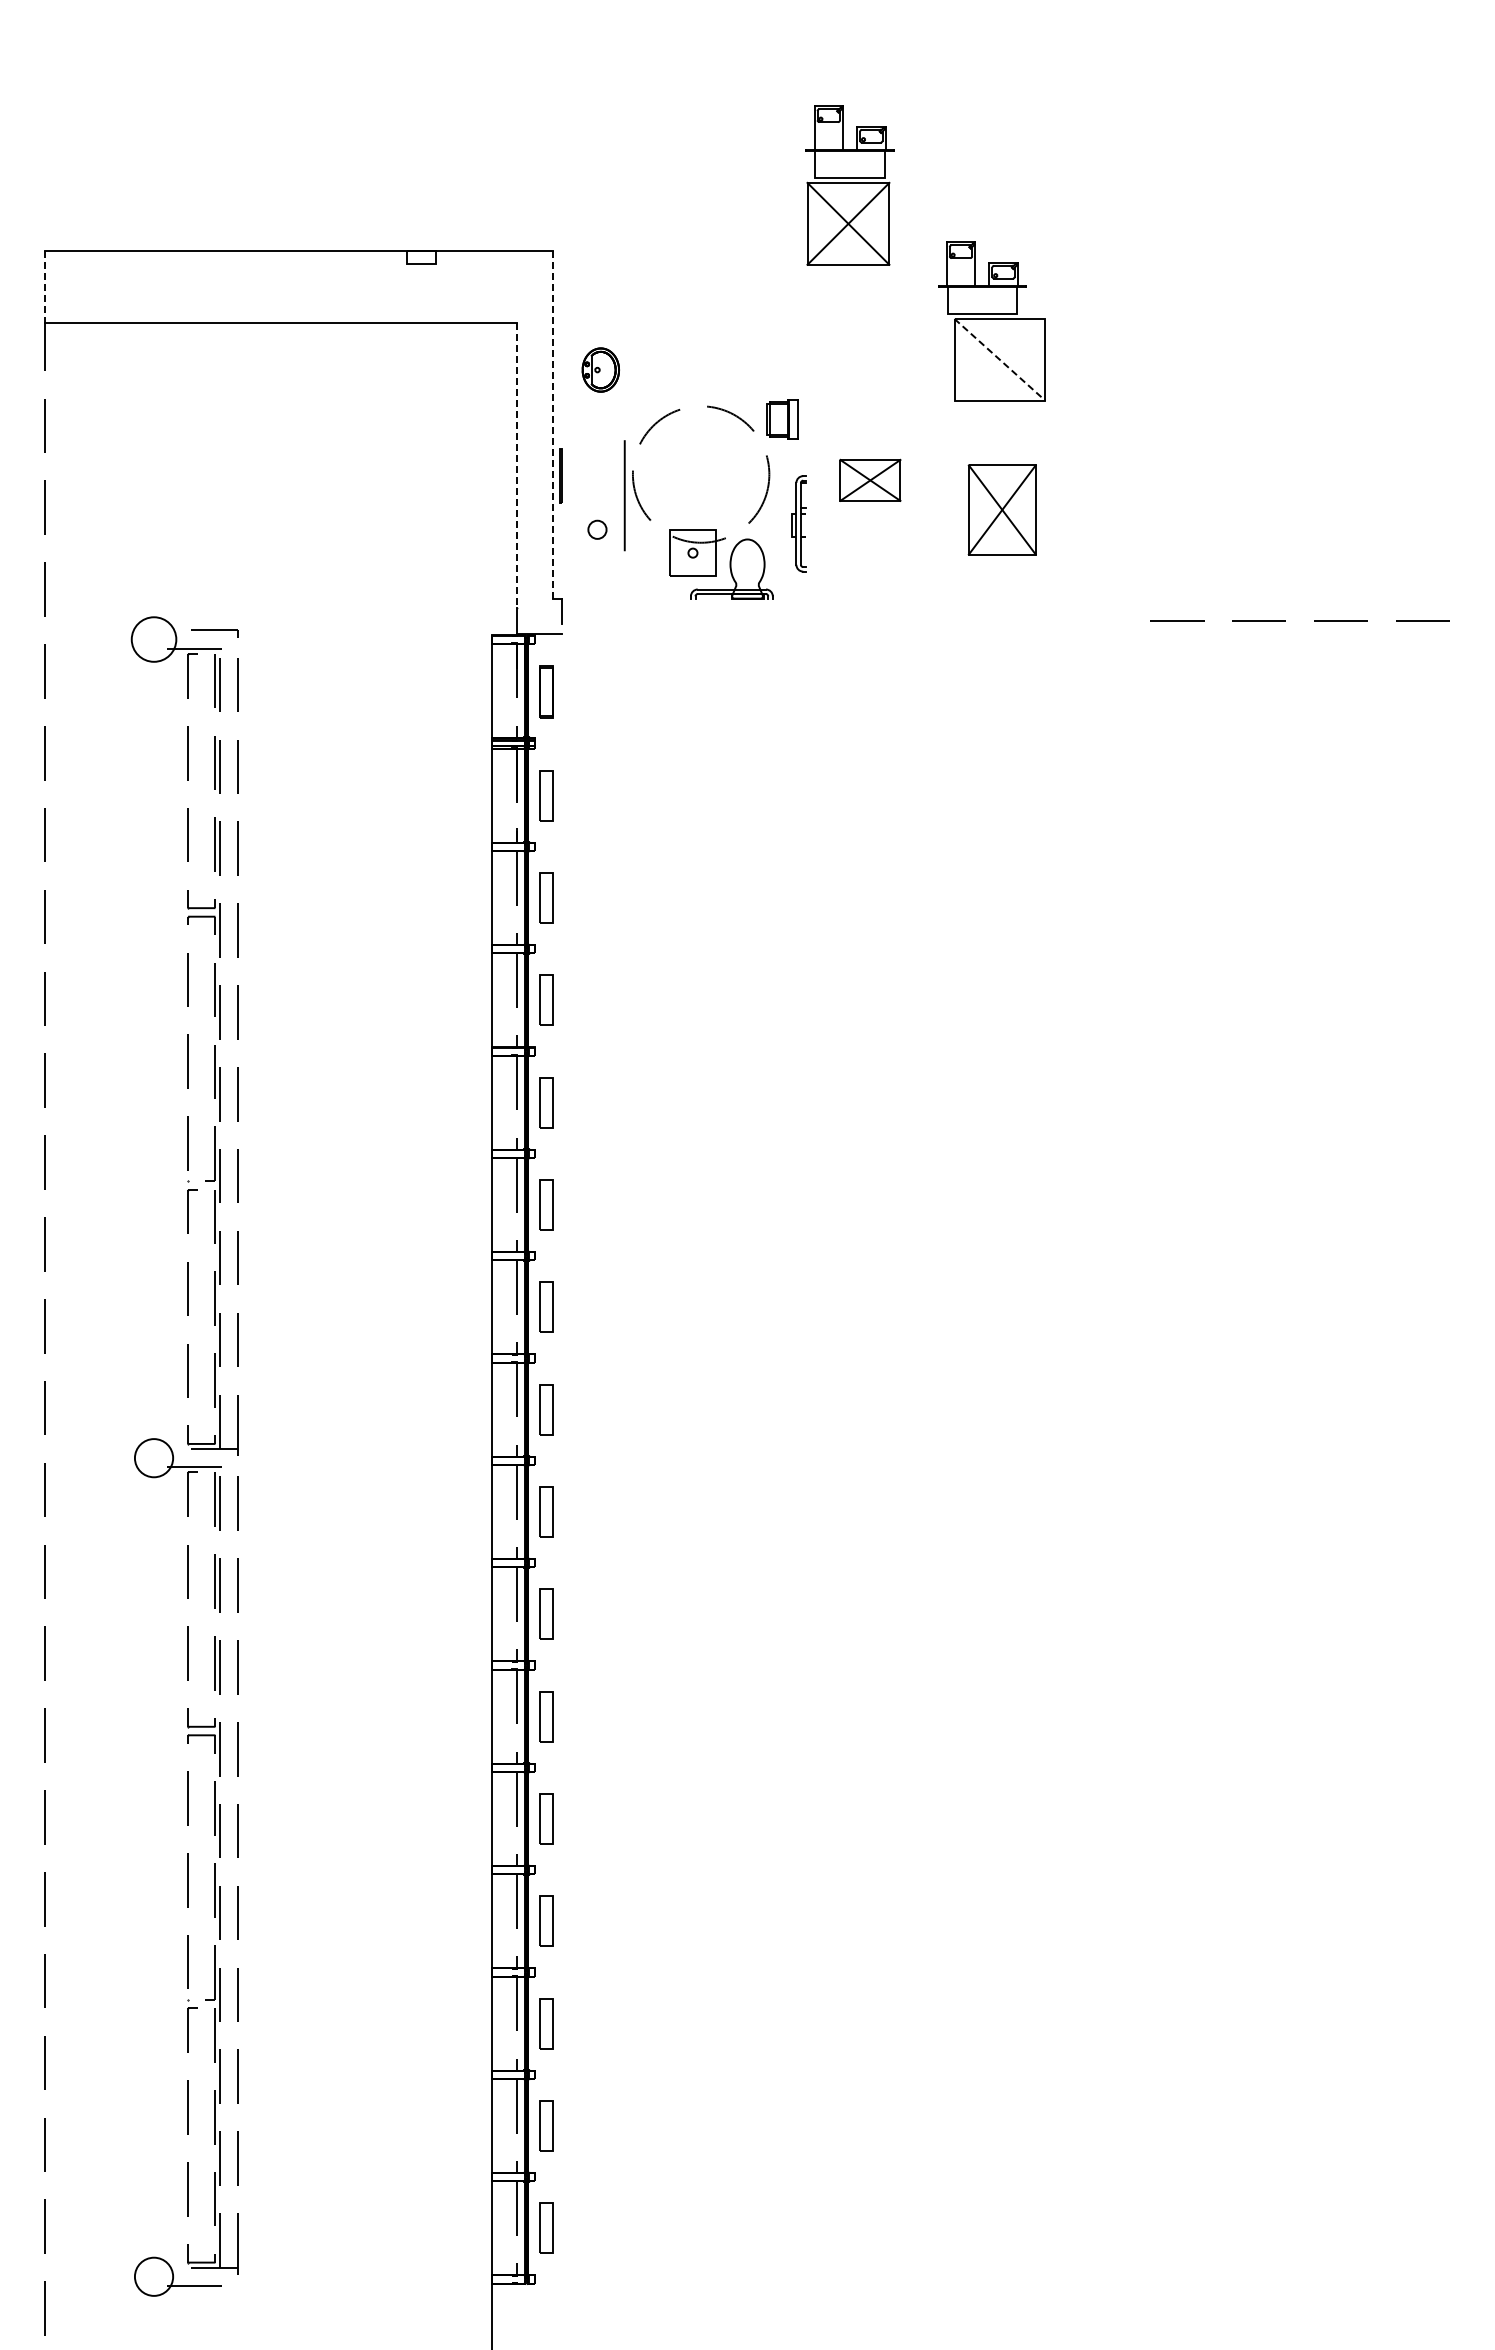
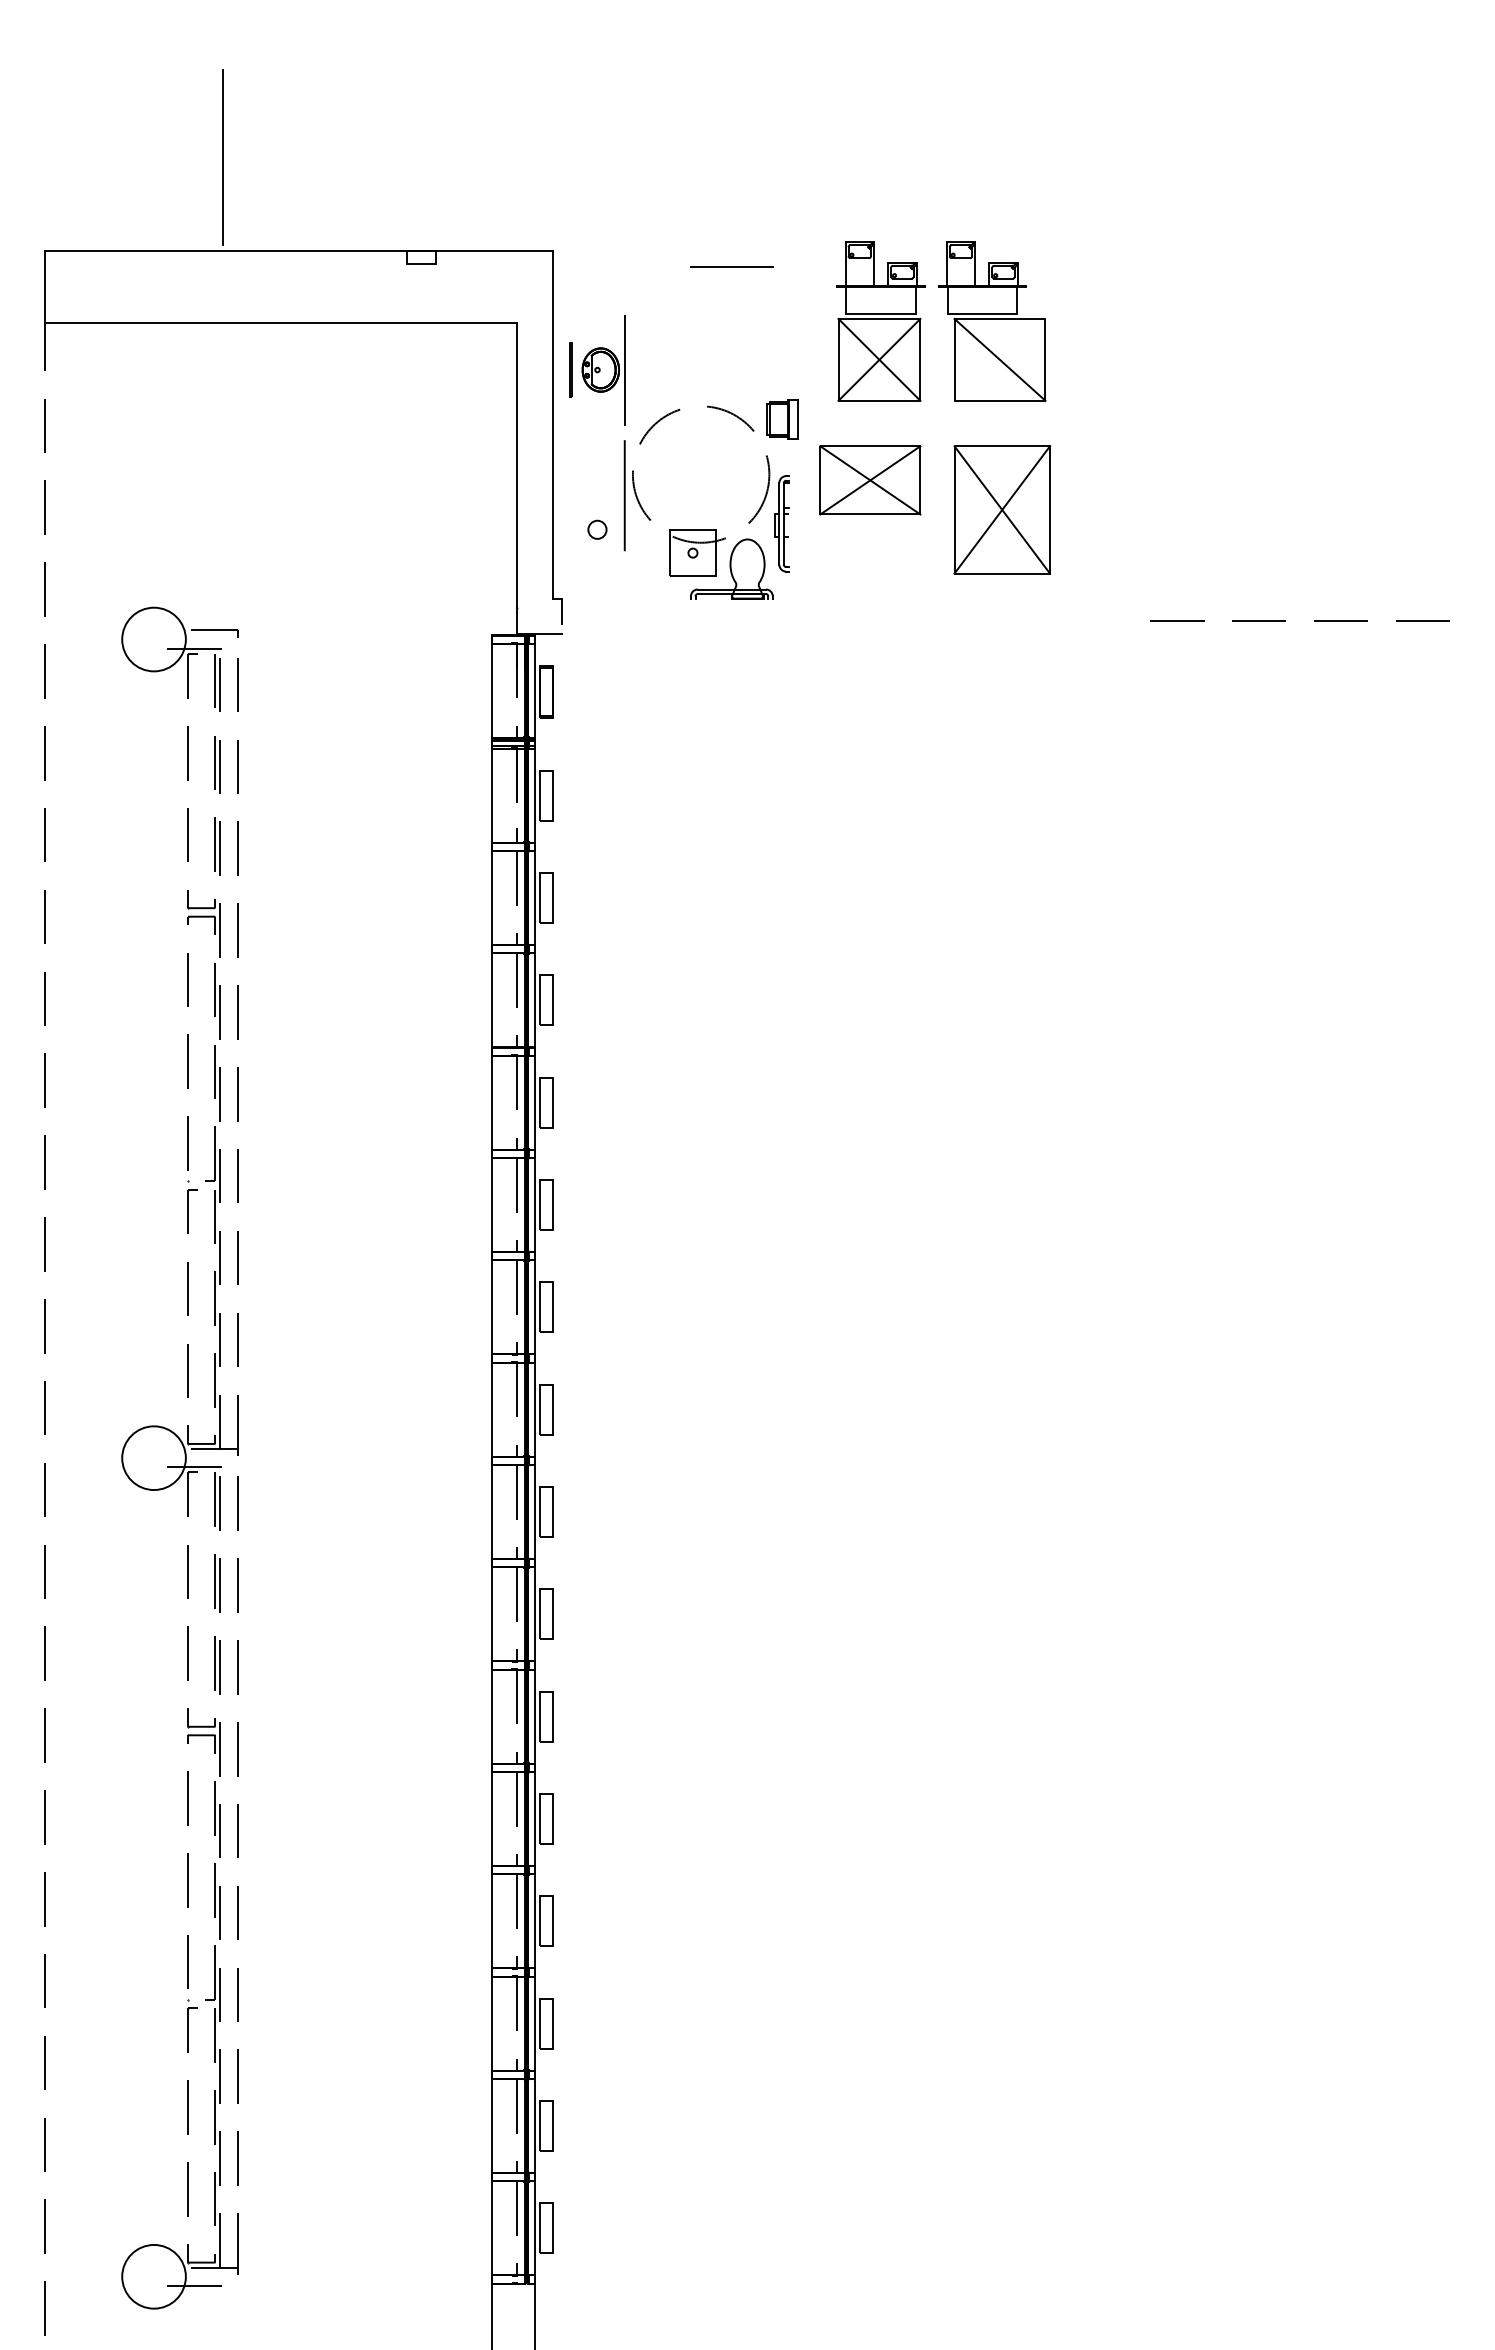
line at (223, 157): none -> present
part at (849, 185) position: (849, 185) -> (880, 321)
line at (731, 267): none -> present
line at (44, 287): dashed -> solid
line at (1000, 360): dashed -> solid
line at (624, 369): none -> present
line at (553, 424): dashed -> solid
line at (516, 466): dashed -> solid
line at (560, 475) position: (560, 475) -> (570, 369)
part at (870, 479) size: 63x44 px -> 103x71 px
part at (1001, 509) size: 70x92 px -> 99x130 px
part at (798, 523) position: (798, 523) -> (781, 523)
circle at (153, 639) diameter: 45 px -> 64 px
circle at (153, 1458) diameter: 38 px -> 64 px
line at (534, 1494): none -> present
circle at (153, 2276) diameter: 38 px -> 64 px
